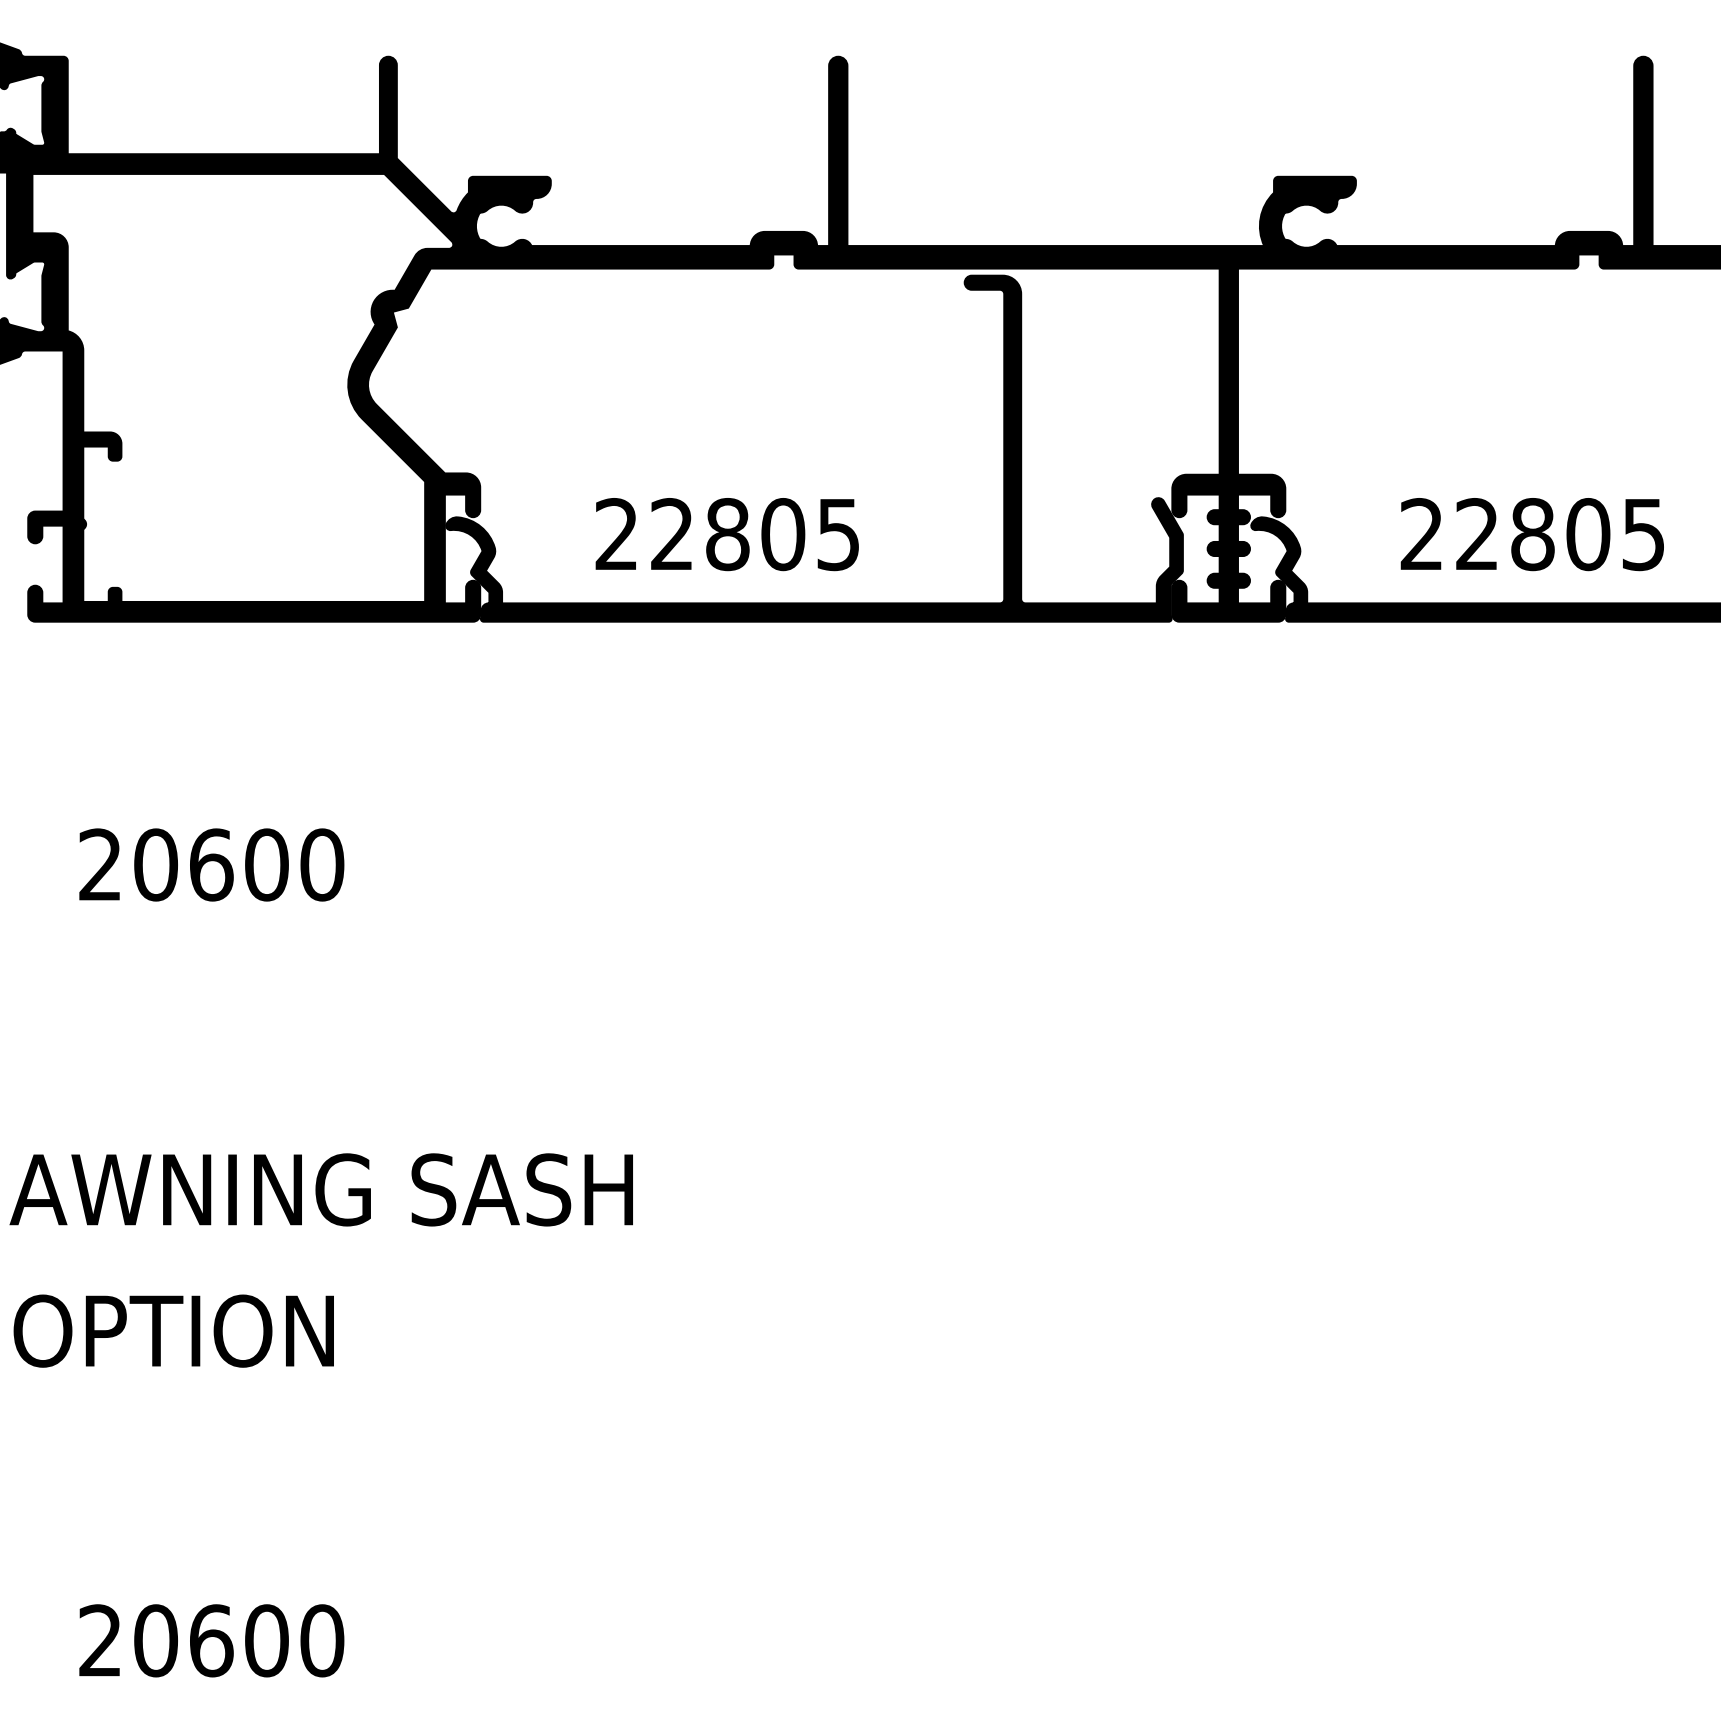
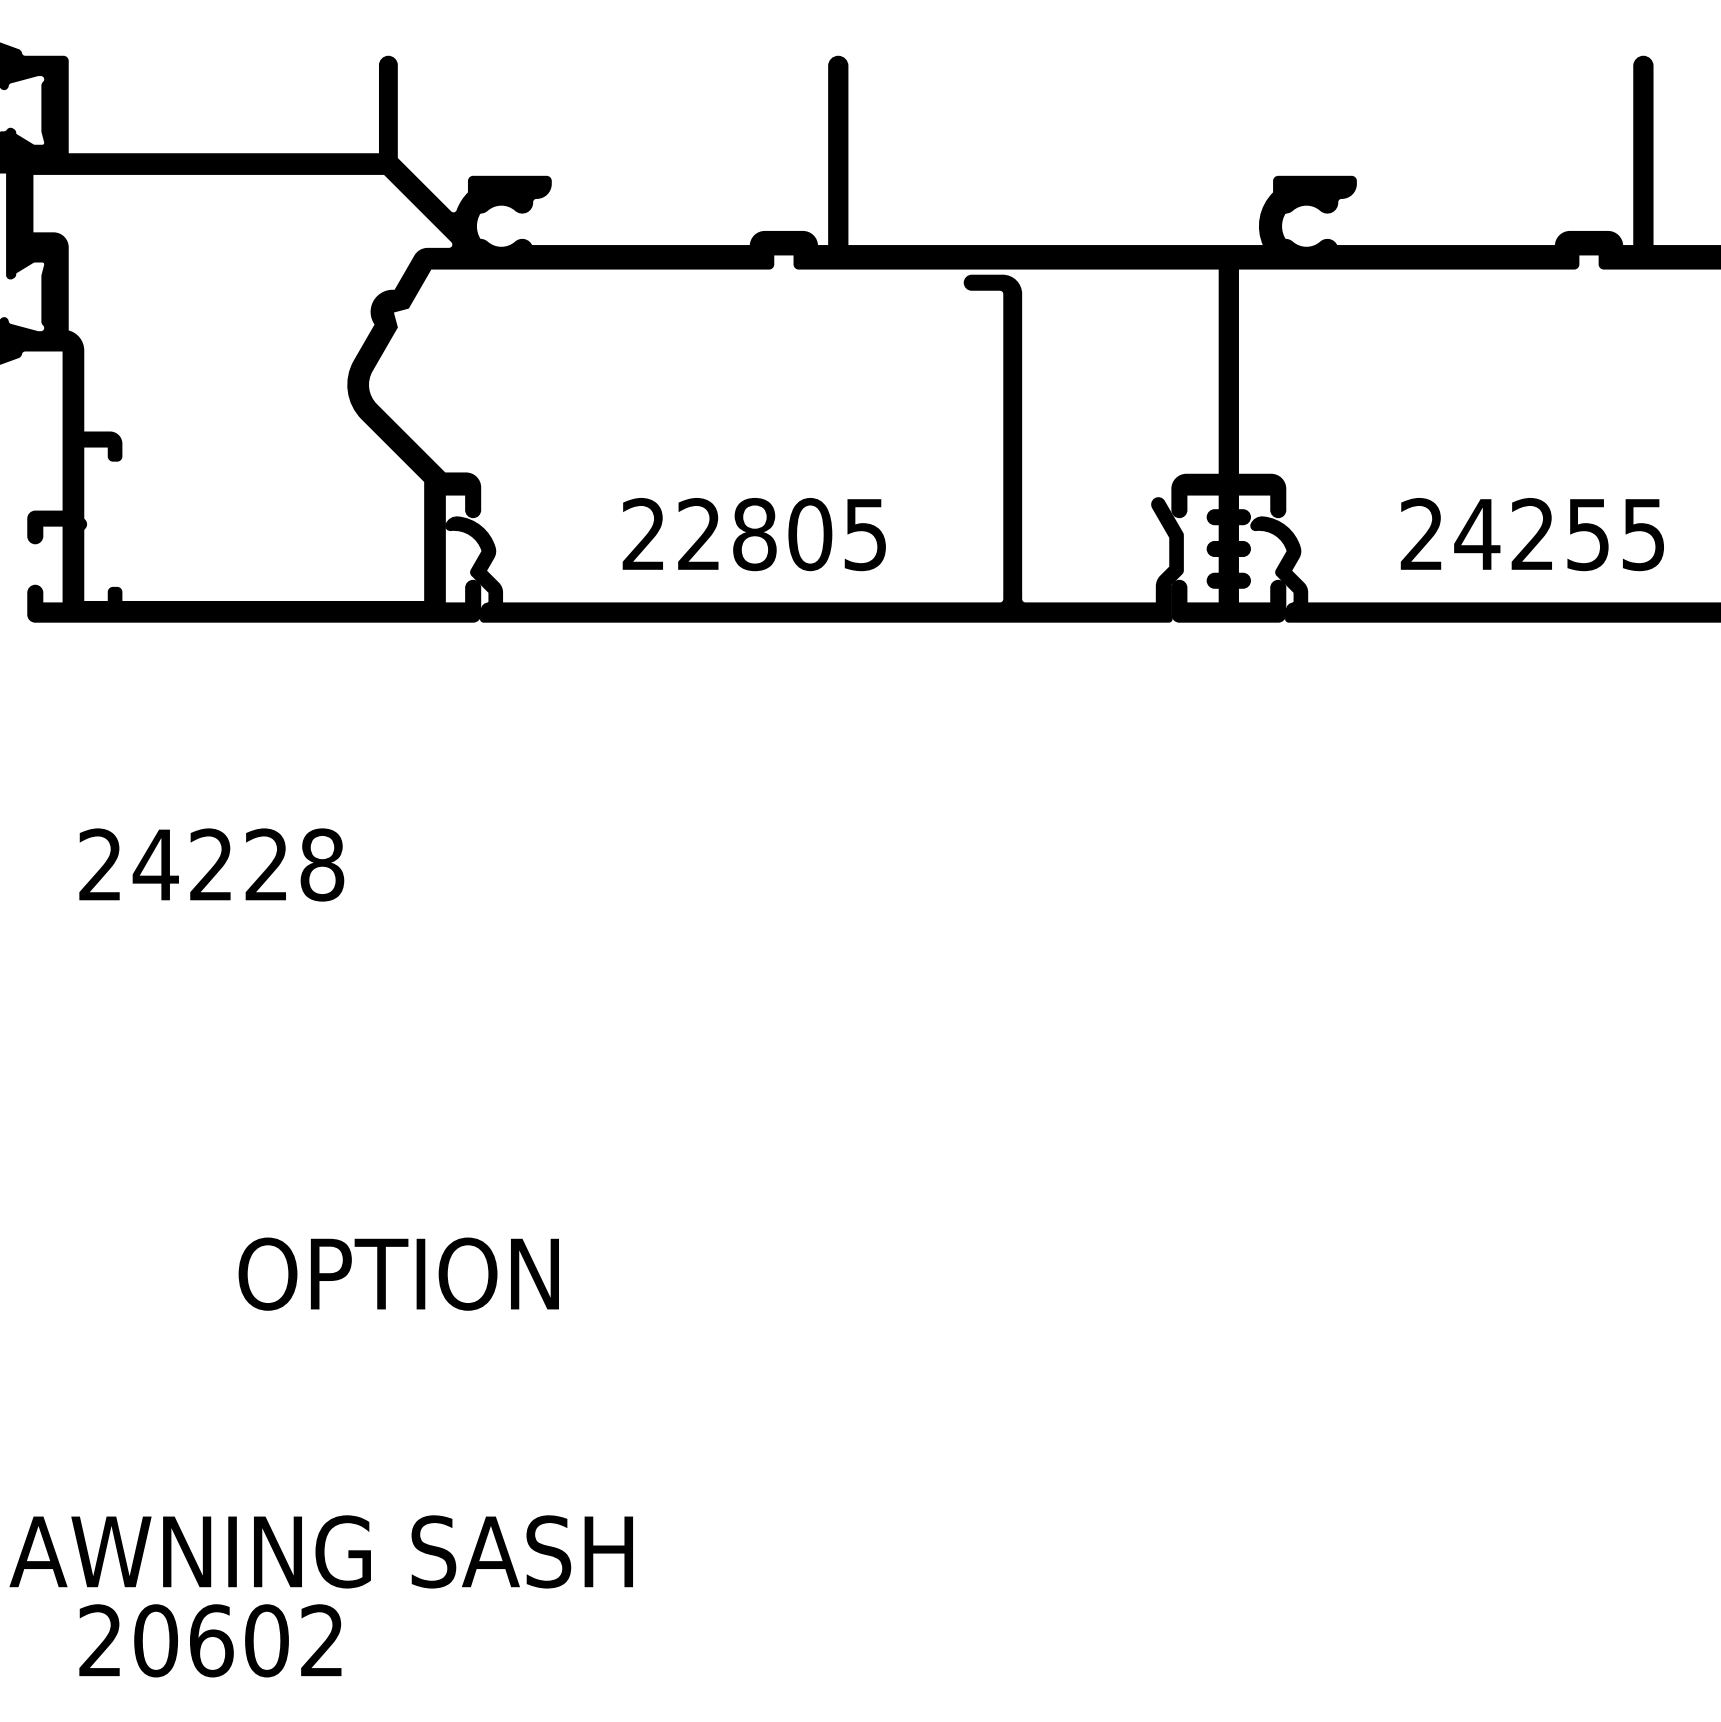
text at (726, 534) position: (726, 534) -> (753, 534)
text at (1532, 534): 22805 -> 24255
text at (238, 864): 20600 -> 24228
text at (320, 1189) position: (320, 1189) -> (320, 1551)
text at (173, 1330) position: (173, 1330) -> (398, 1273)
text at (322, 1640): 20600 -> 20602
